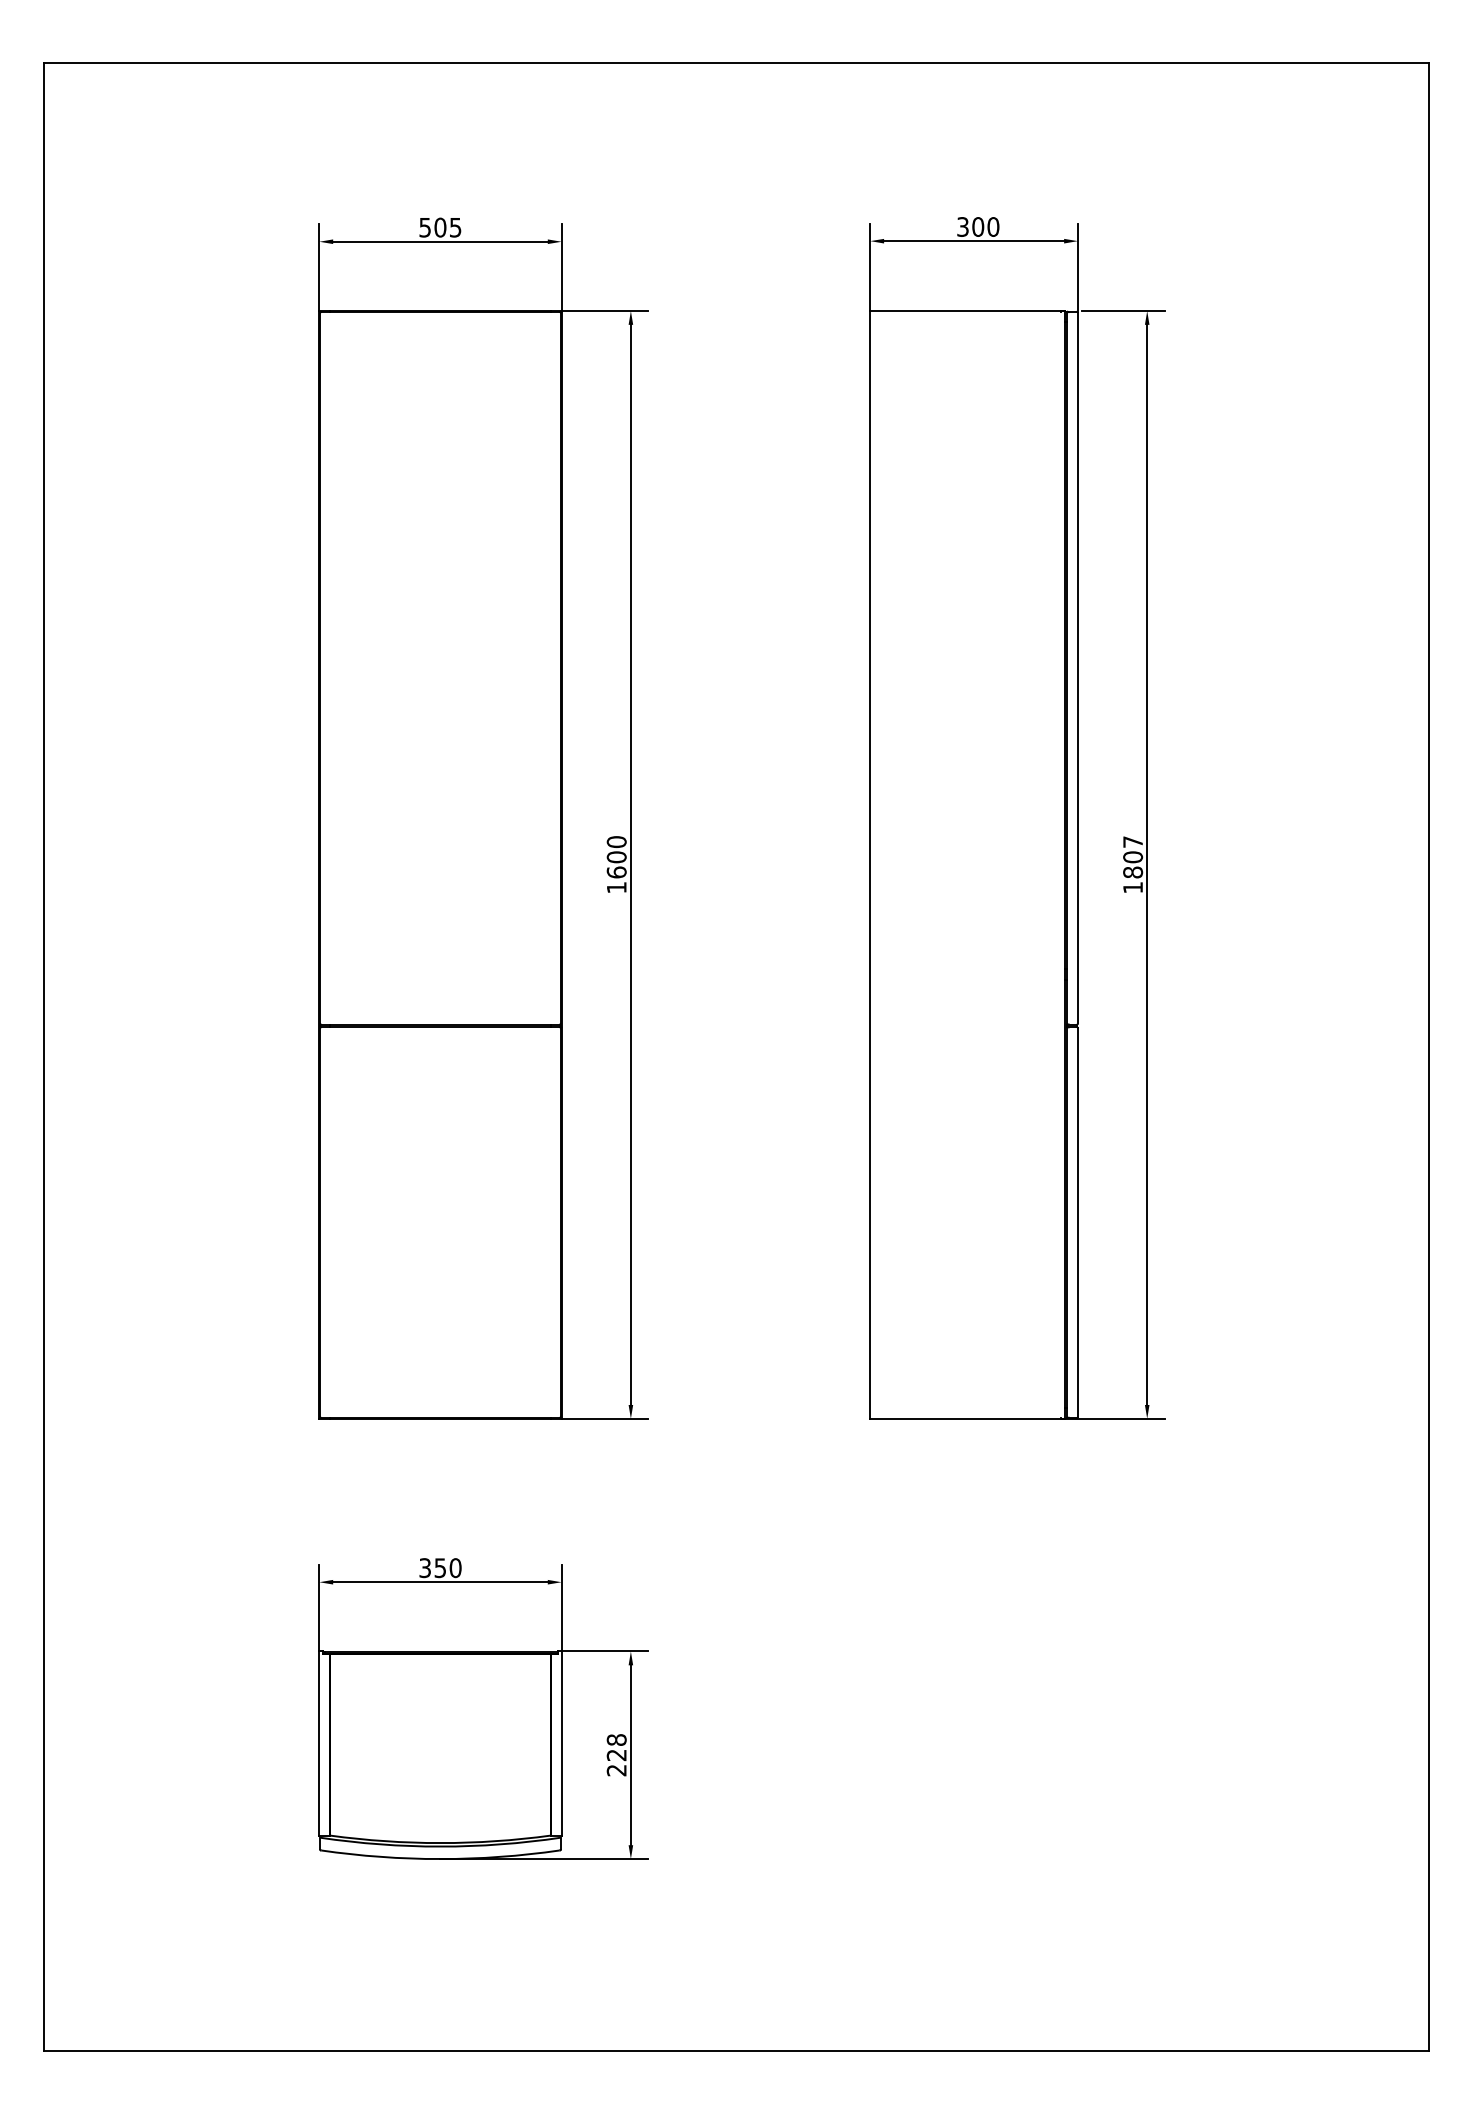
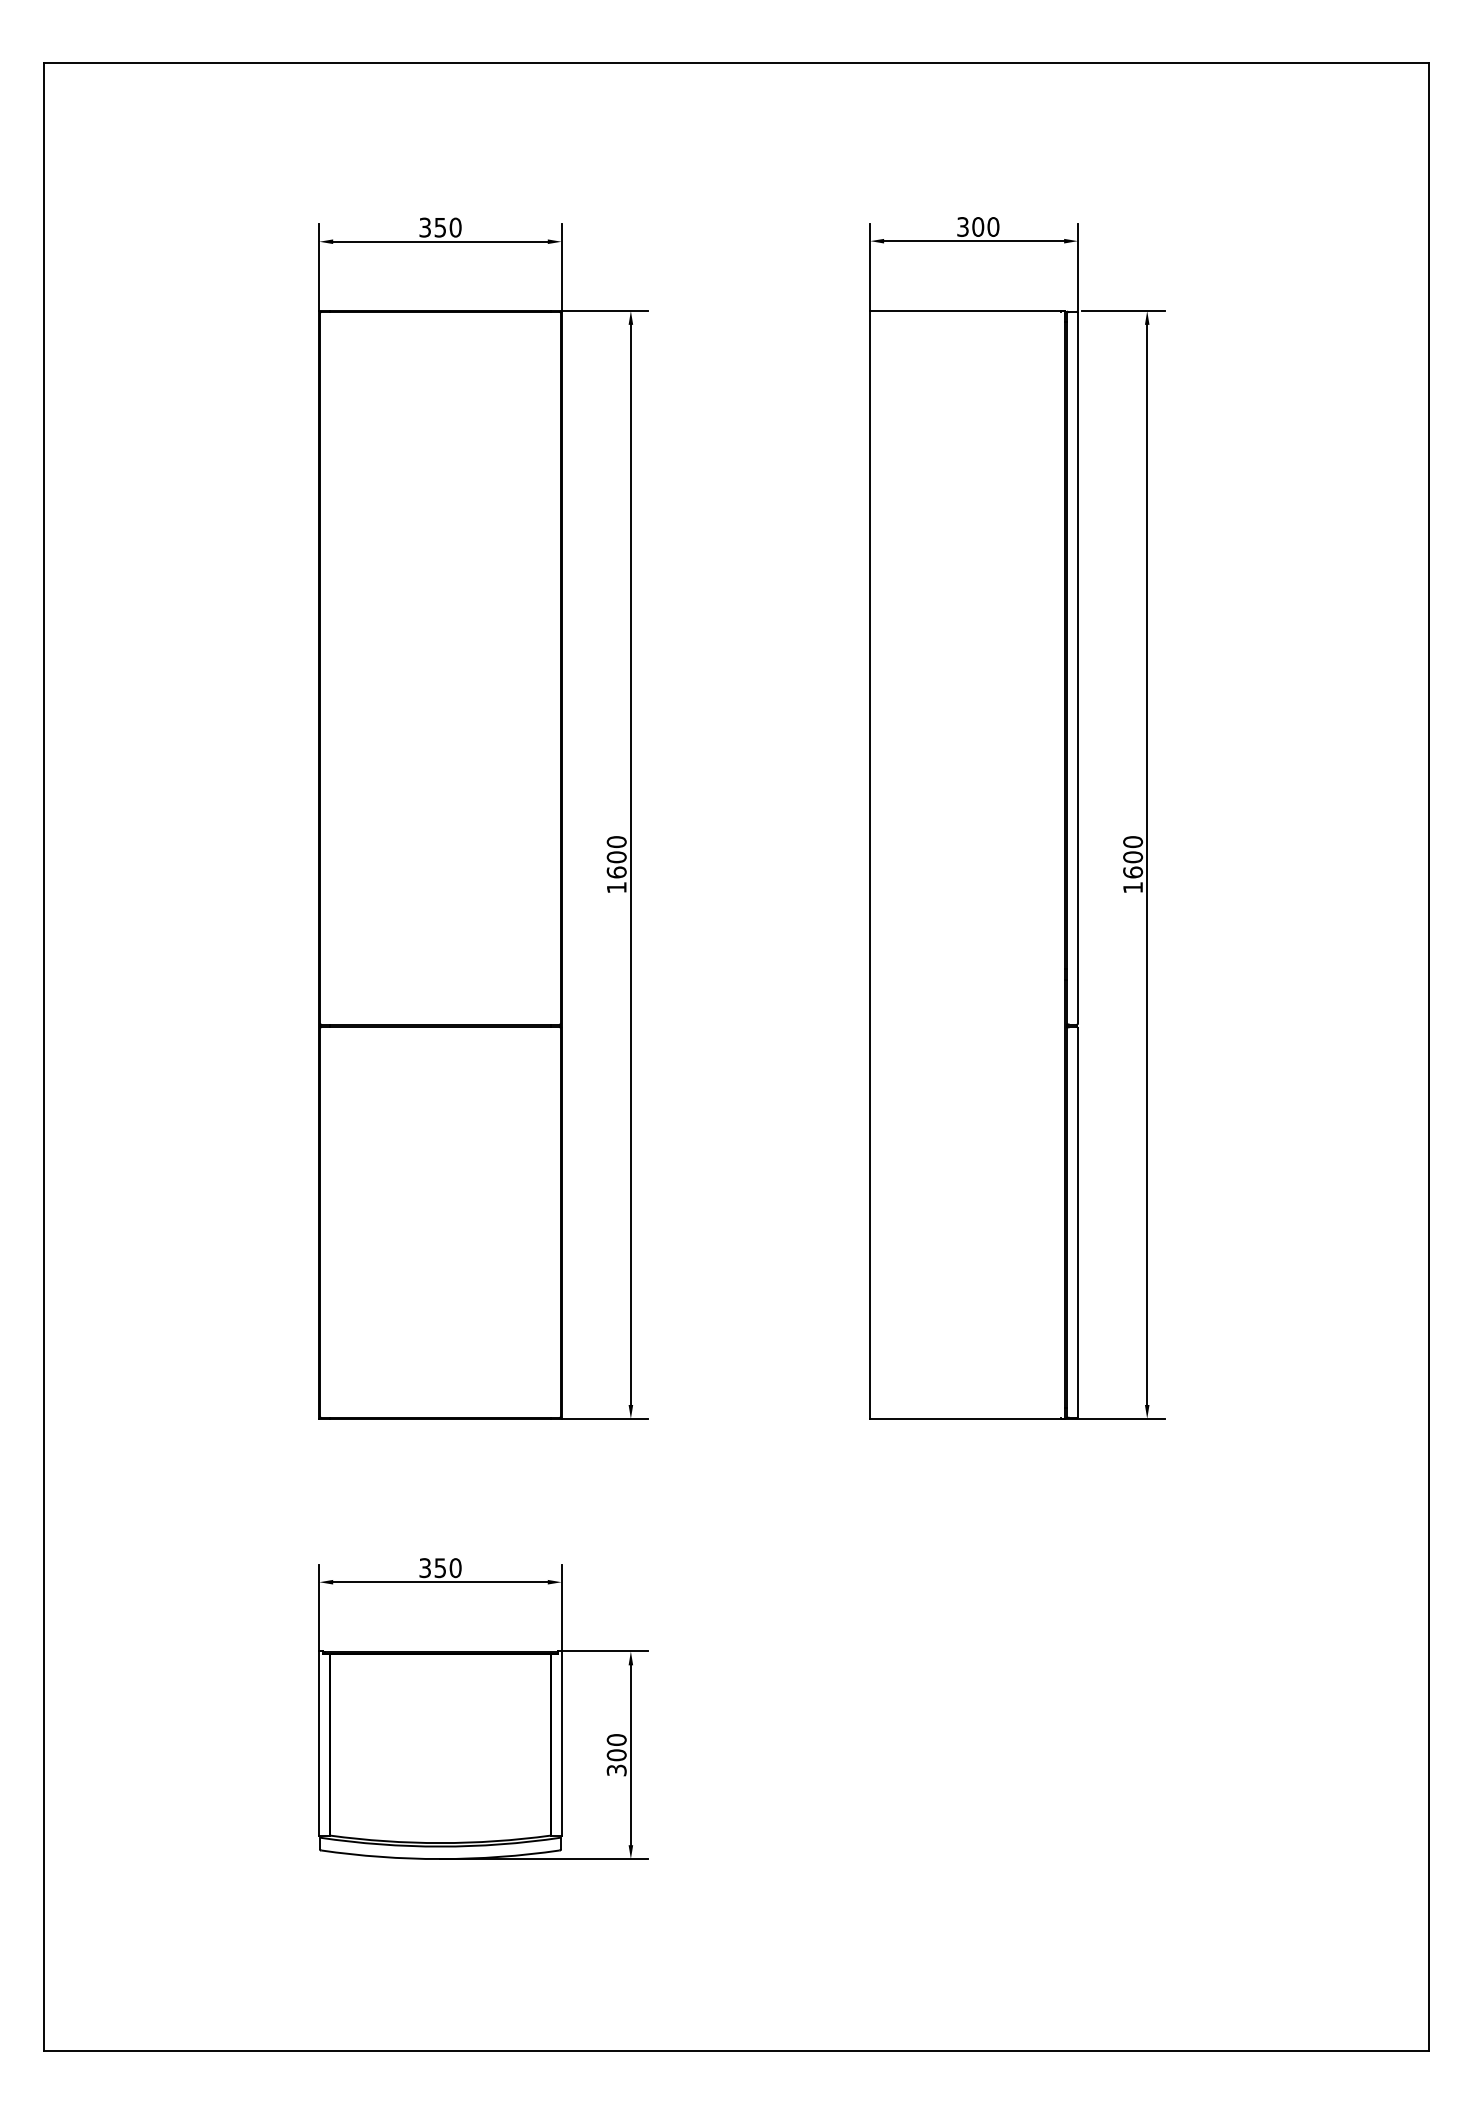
text at (440, 227): 505 -> 350
text at (1133, 857): 1807 -> 1600
text at (616, 1755): 228 -> 300
